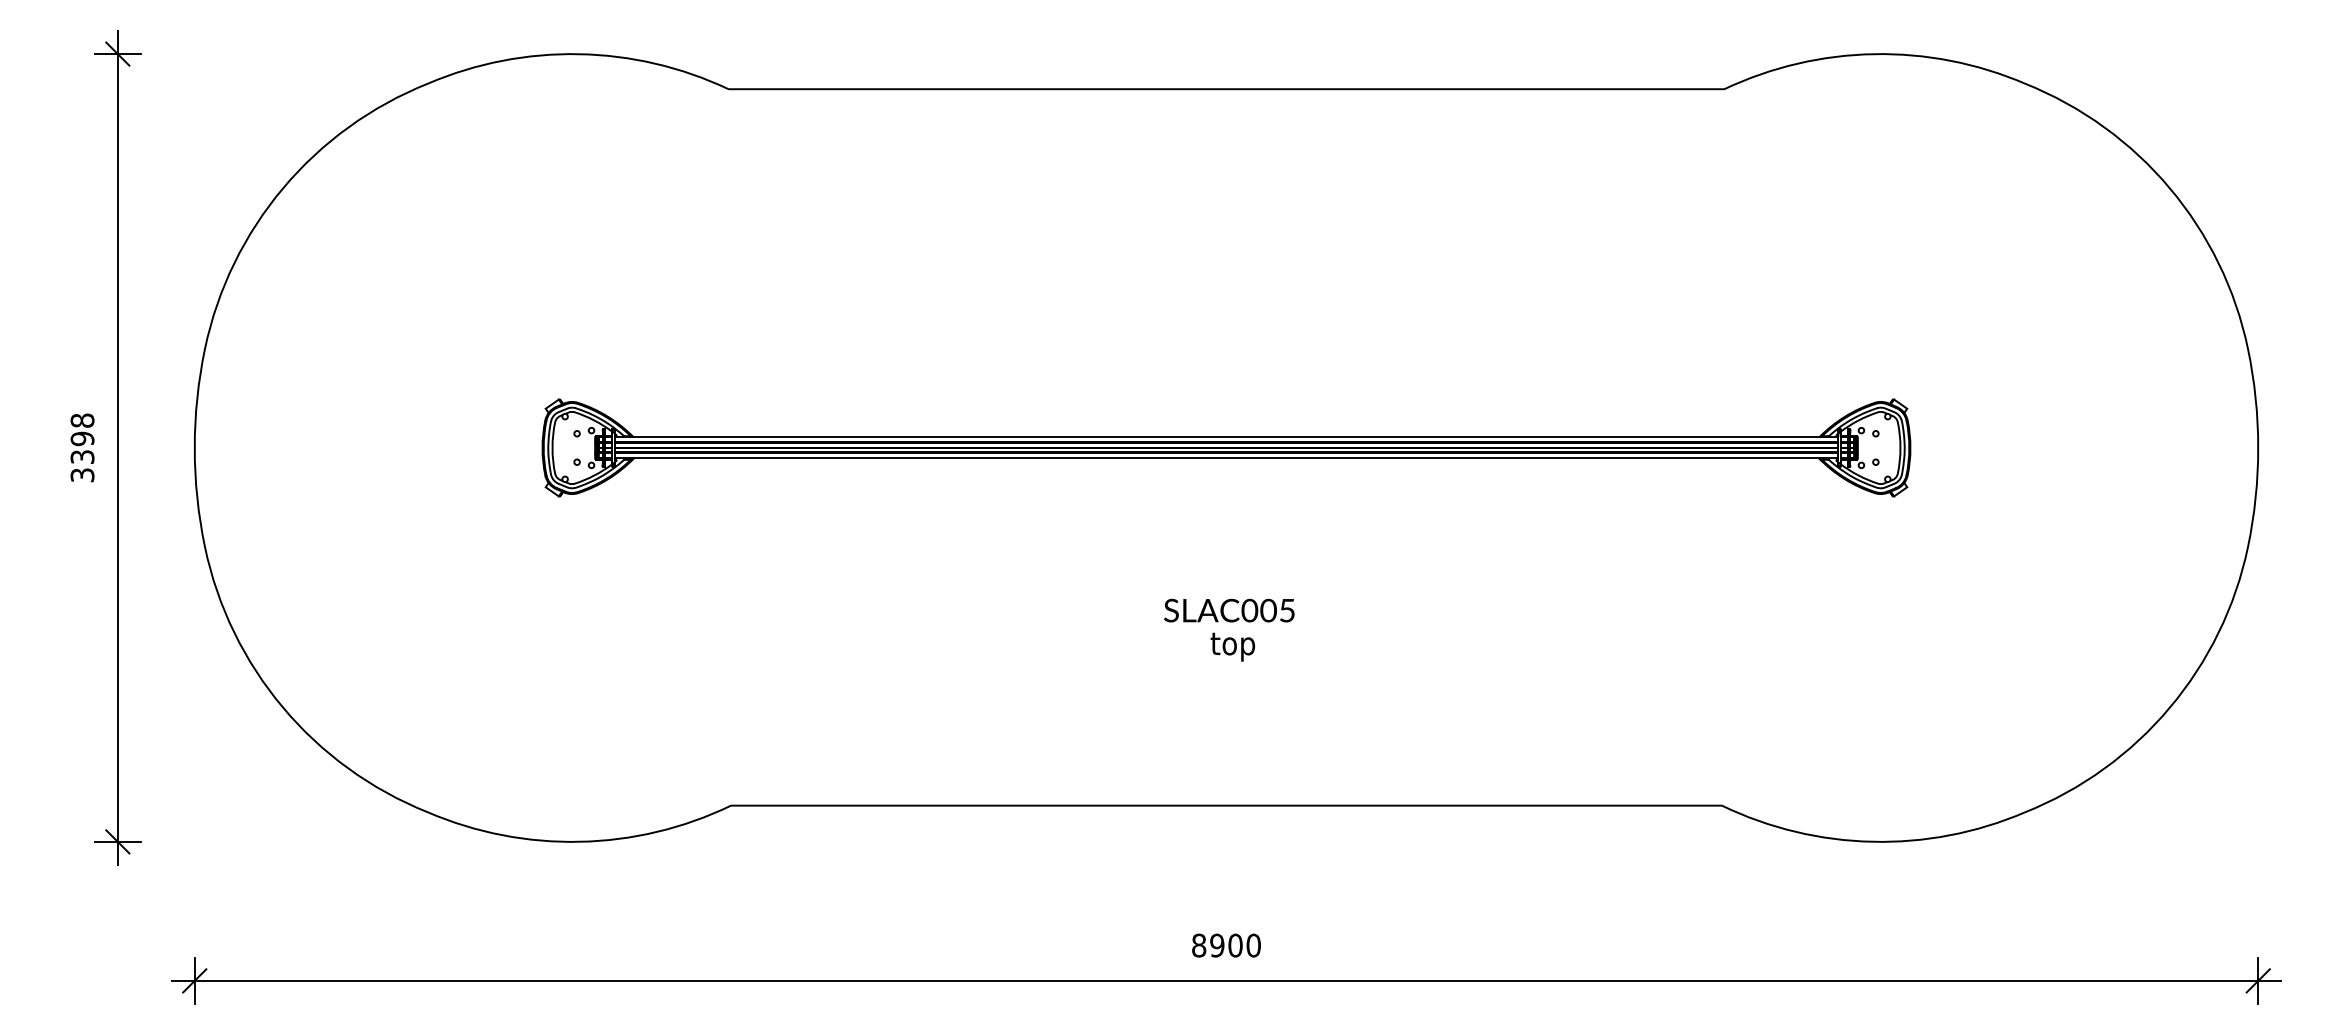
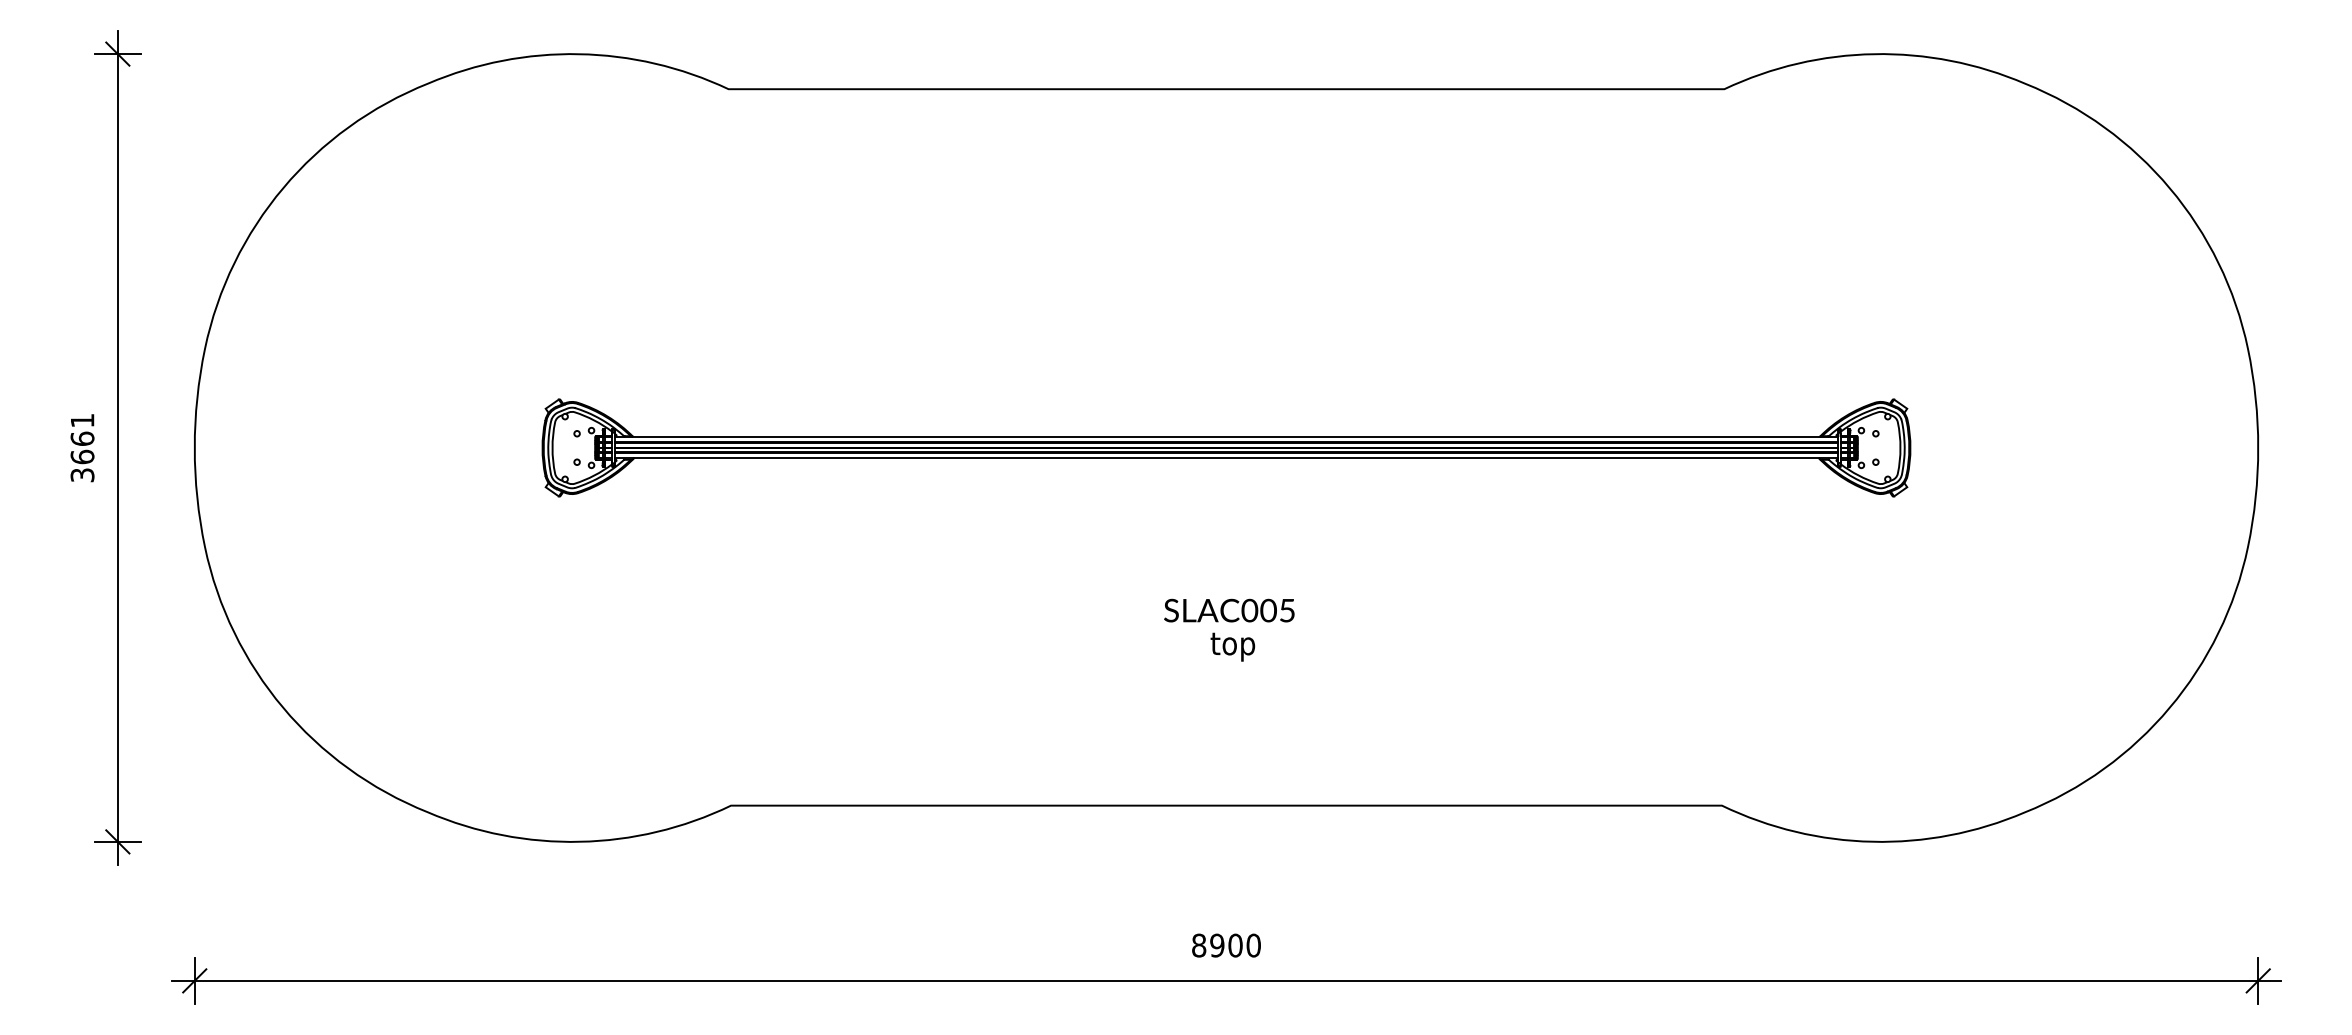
text at (82, 438): 3398 -> 3661
